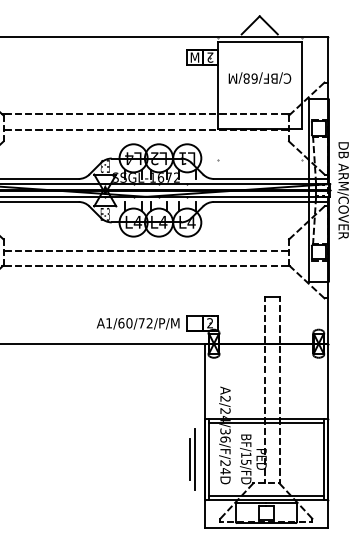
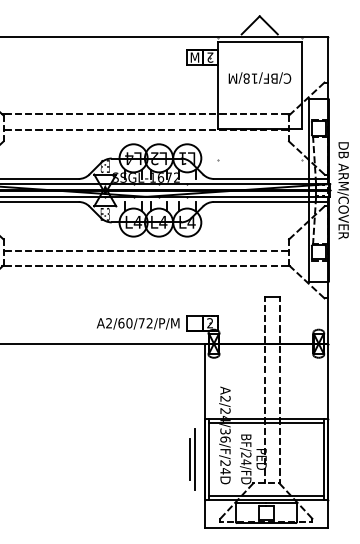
text at (254, 78): C/BF/68/M -> C/BF/18/M
text at (108, 323): A1/60/72/P/M -> A2/60/72/P/M
text at (246, 458): BF/15/FD -> BF/24/FD
